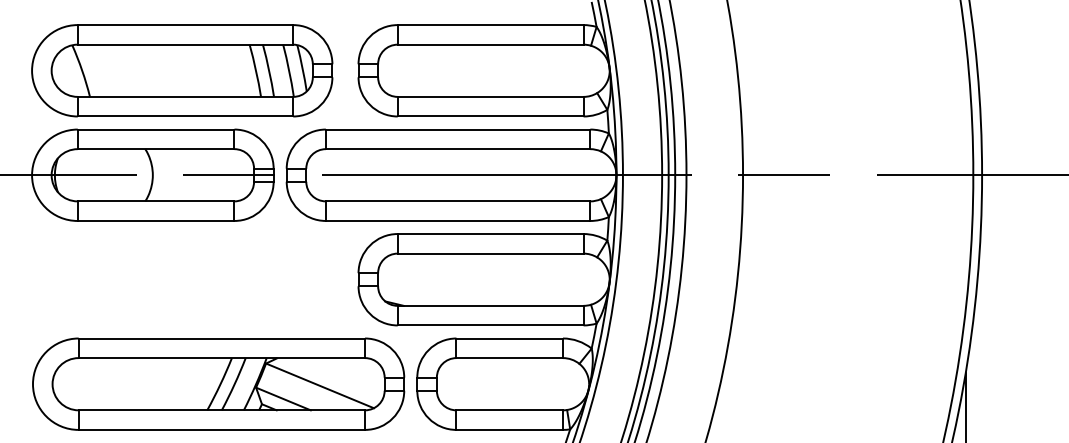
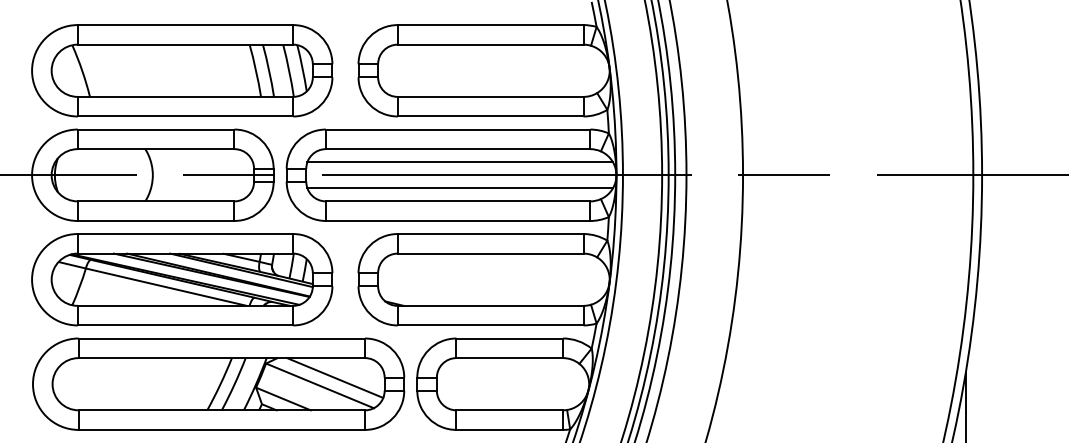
line at (459, 162): none -> present
line at (459, 188): none -> present
part at (182, 279): none -> present
line at (335, 377): none -> present
